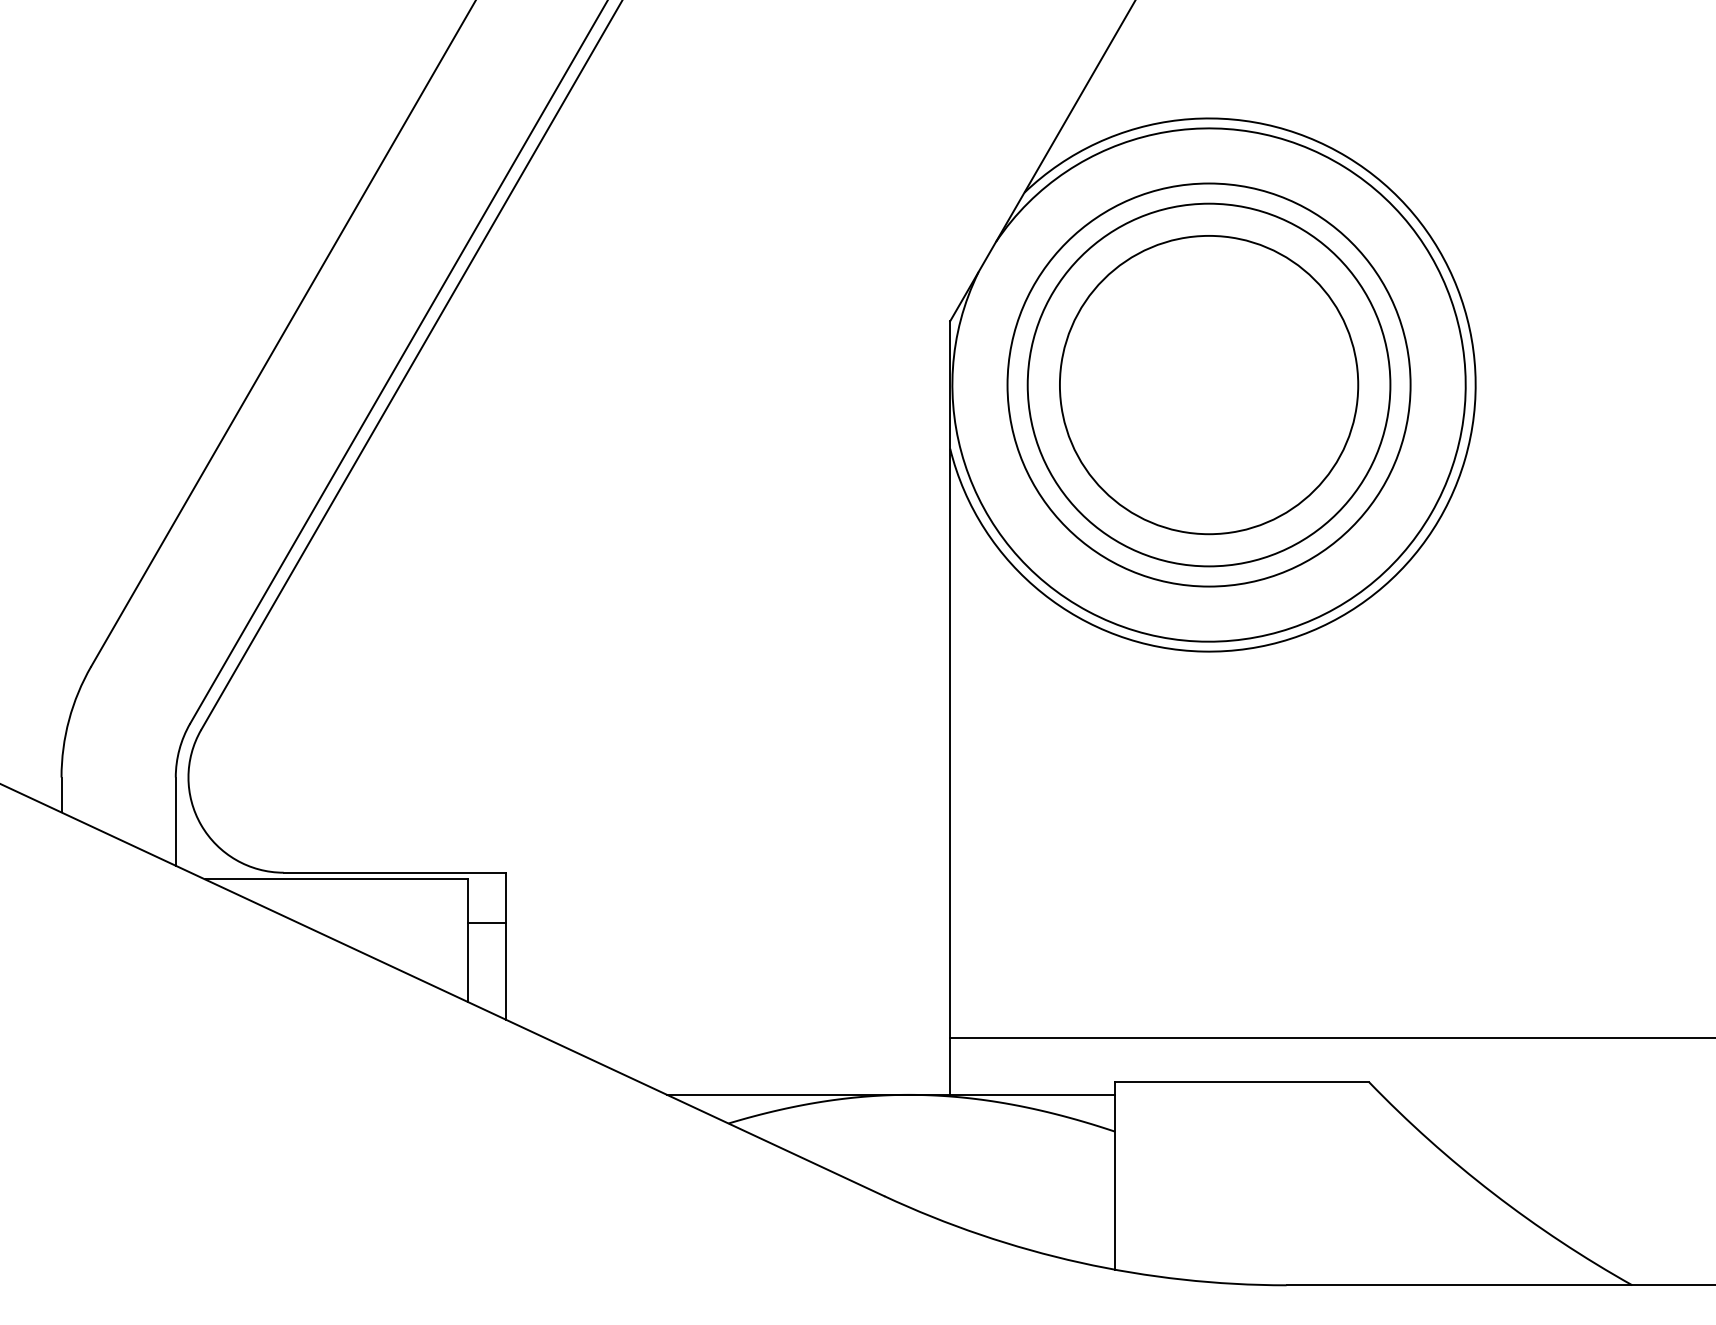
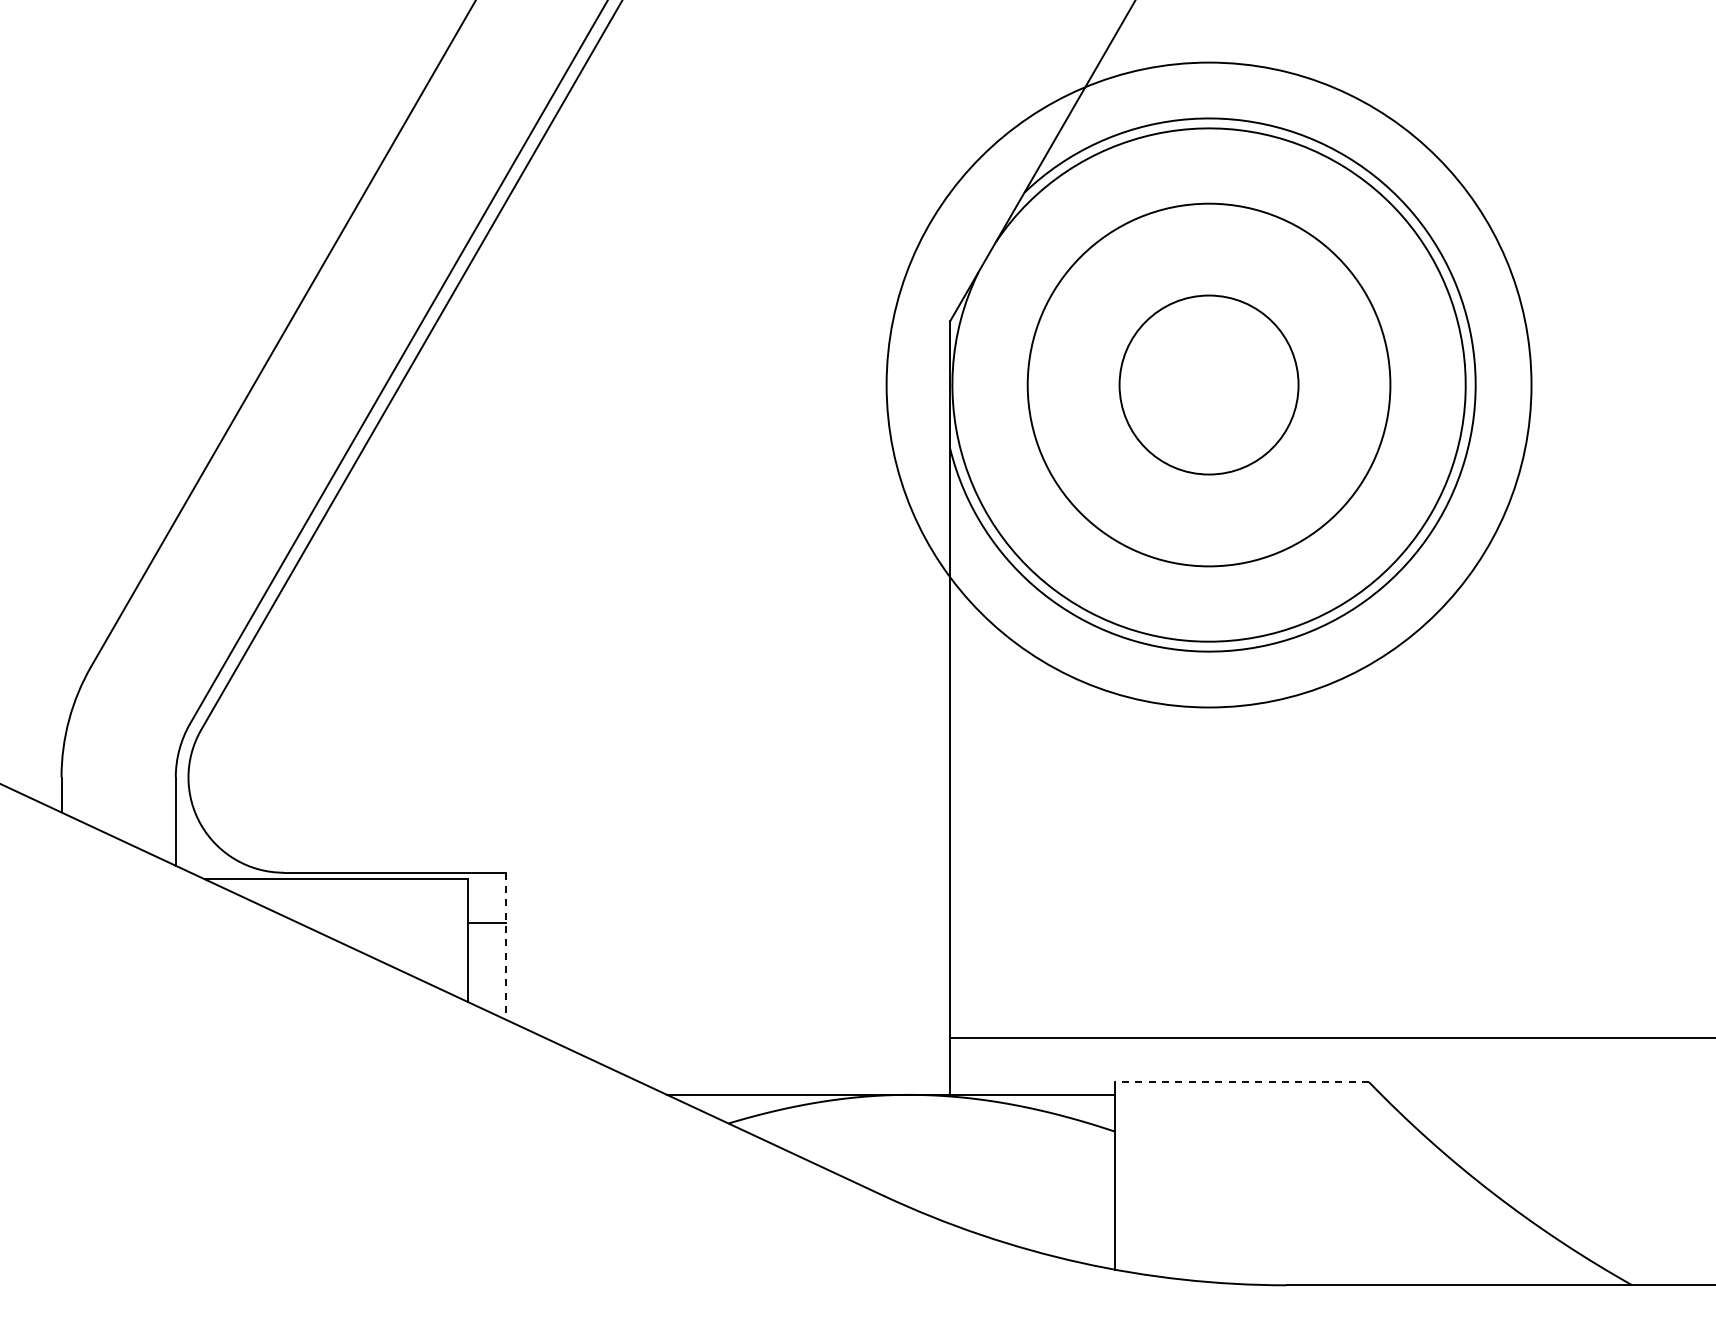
circle at (1208, 384) diameter: 298 px -> 179 px
circle at (1208, 384) diameter: 403 px -> 645 px
line at (505, 946): solid -> dashed
line at (1242, 1082): solid -> dashed
